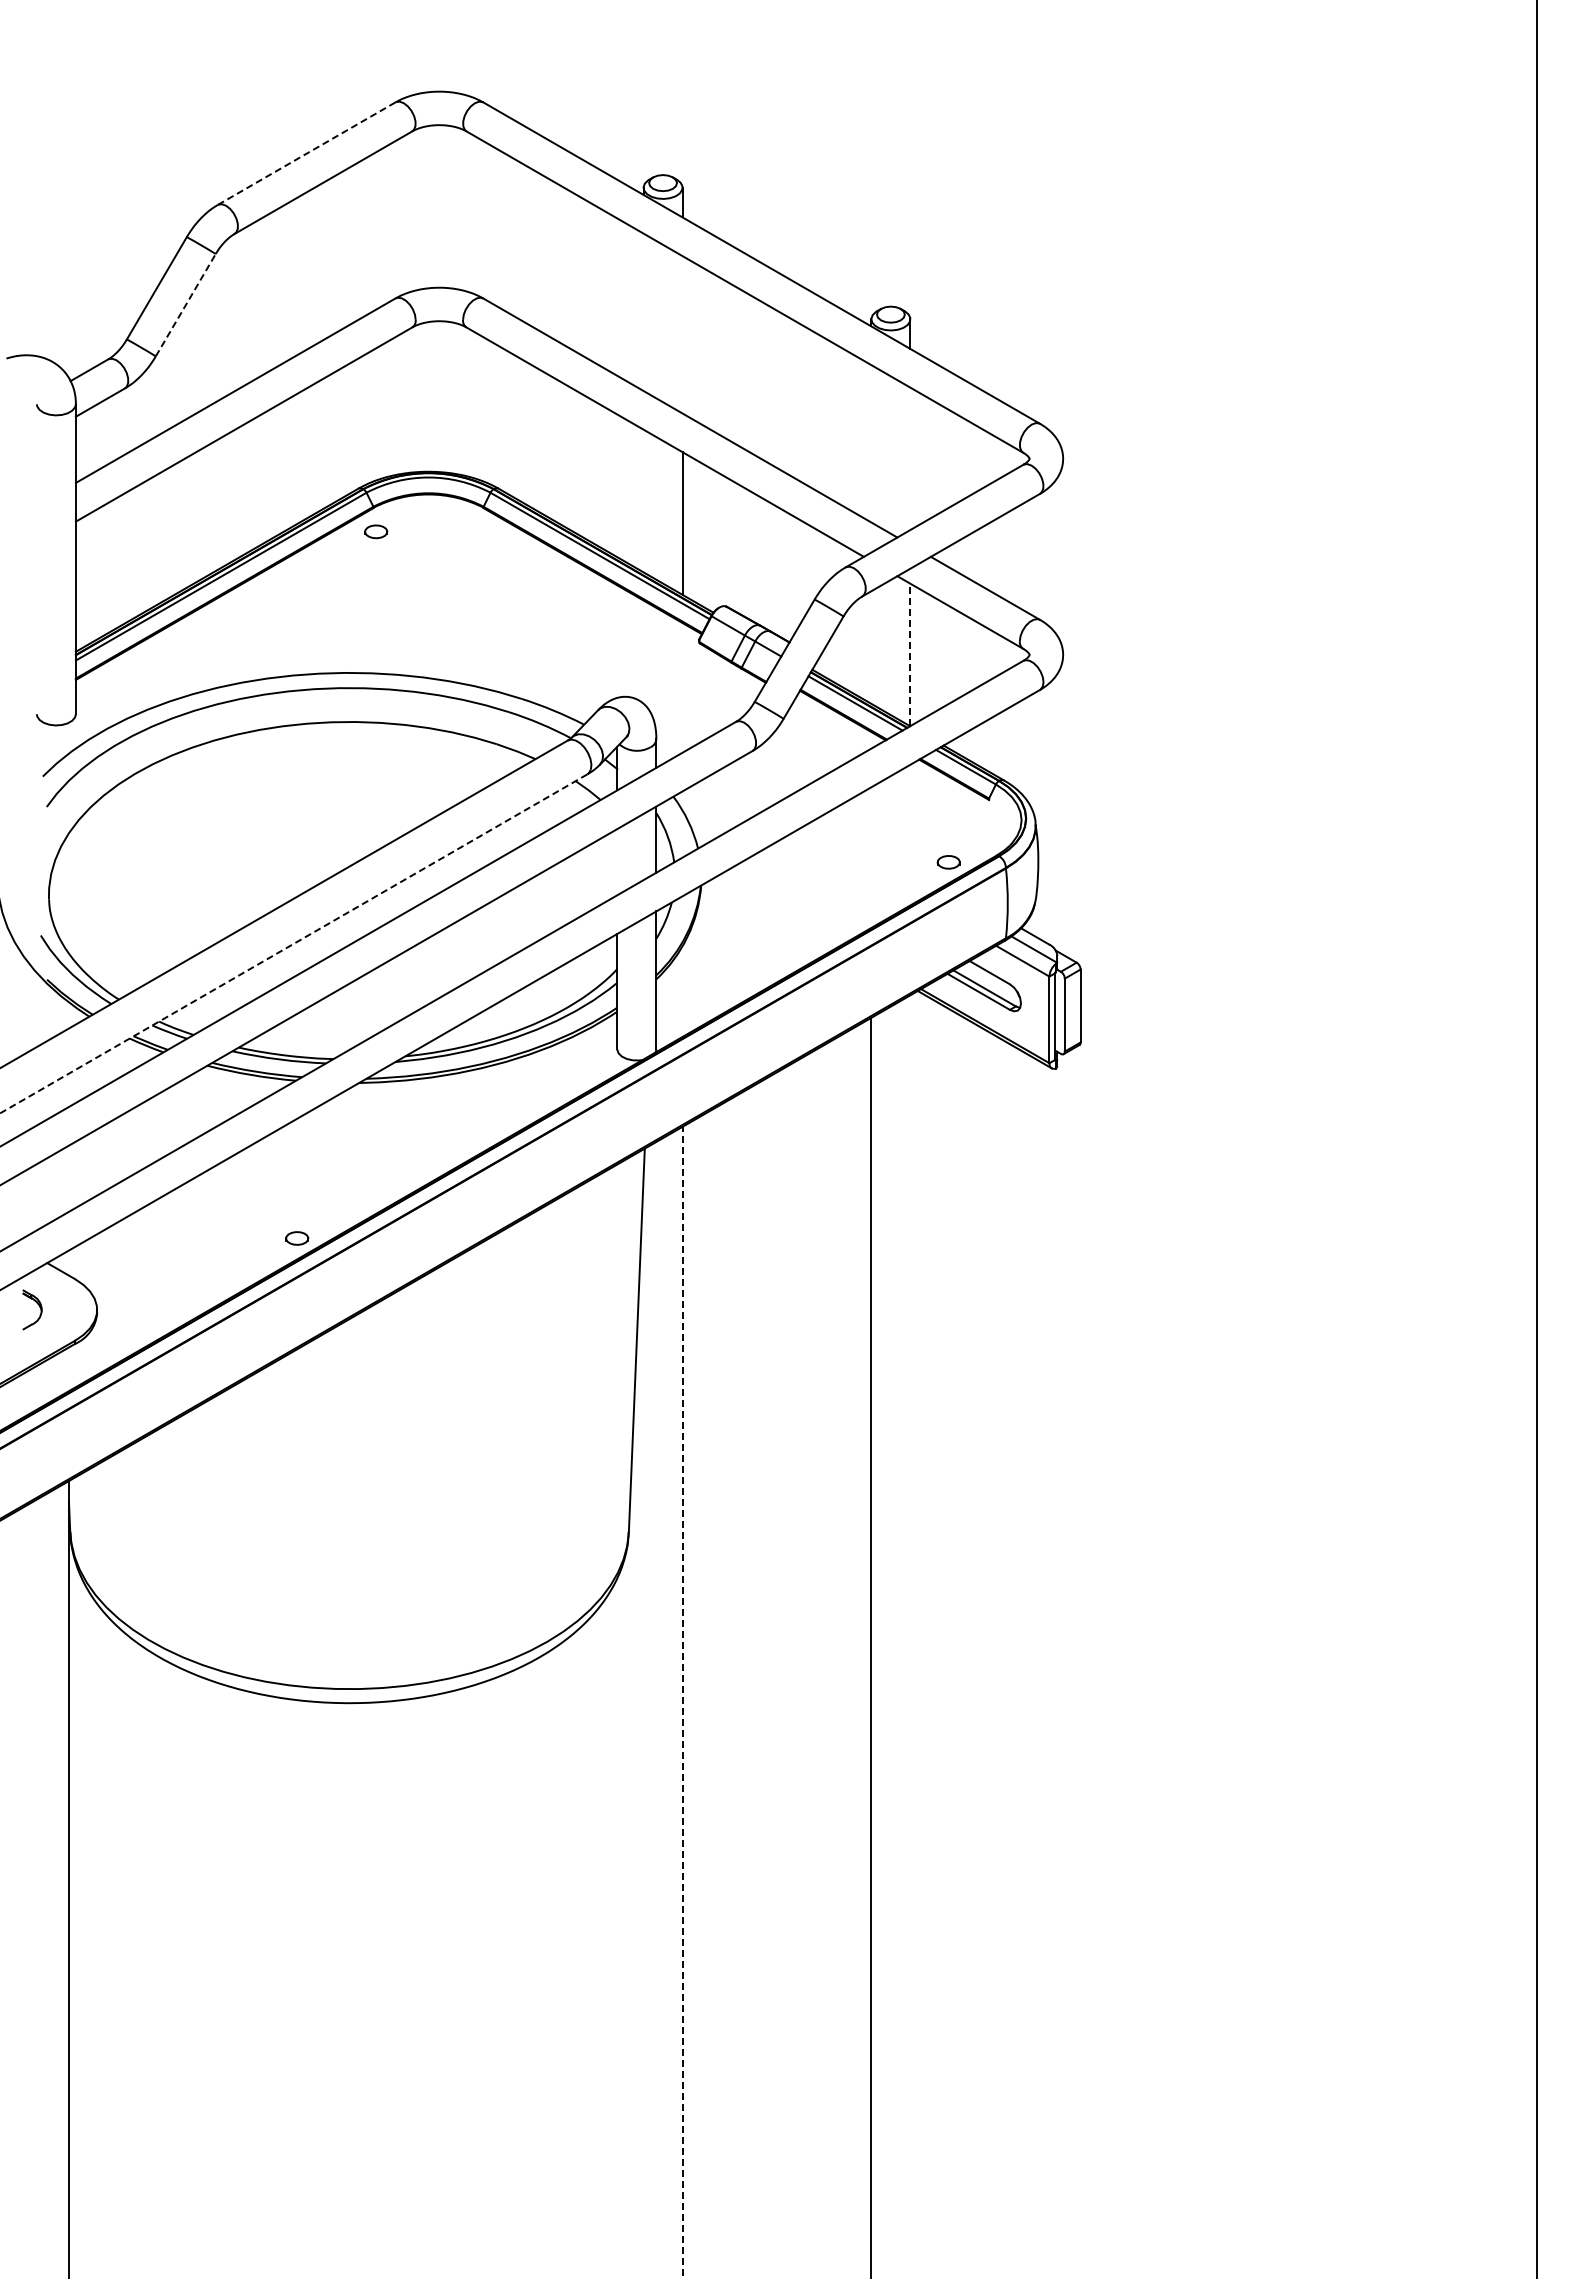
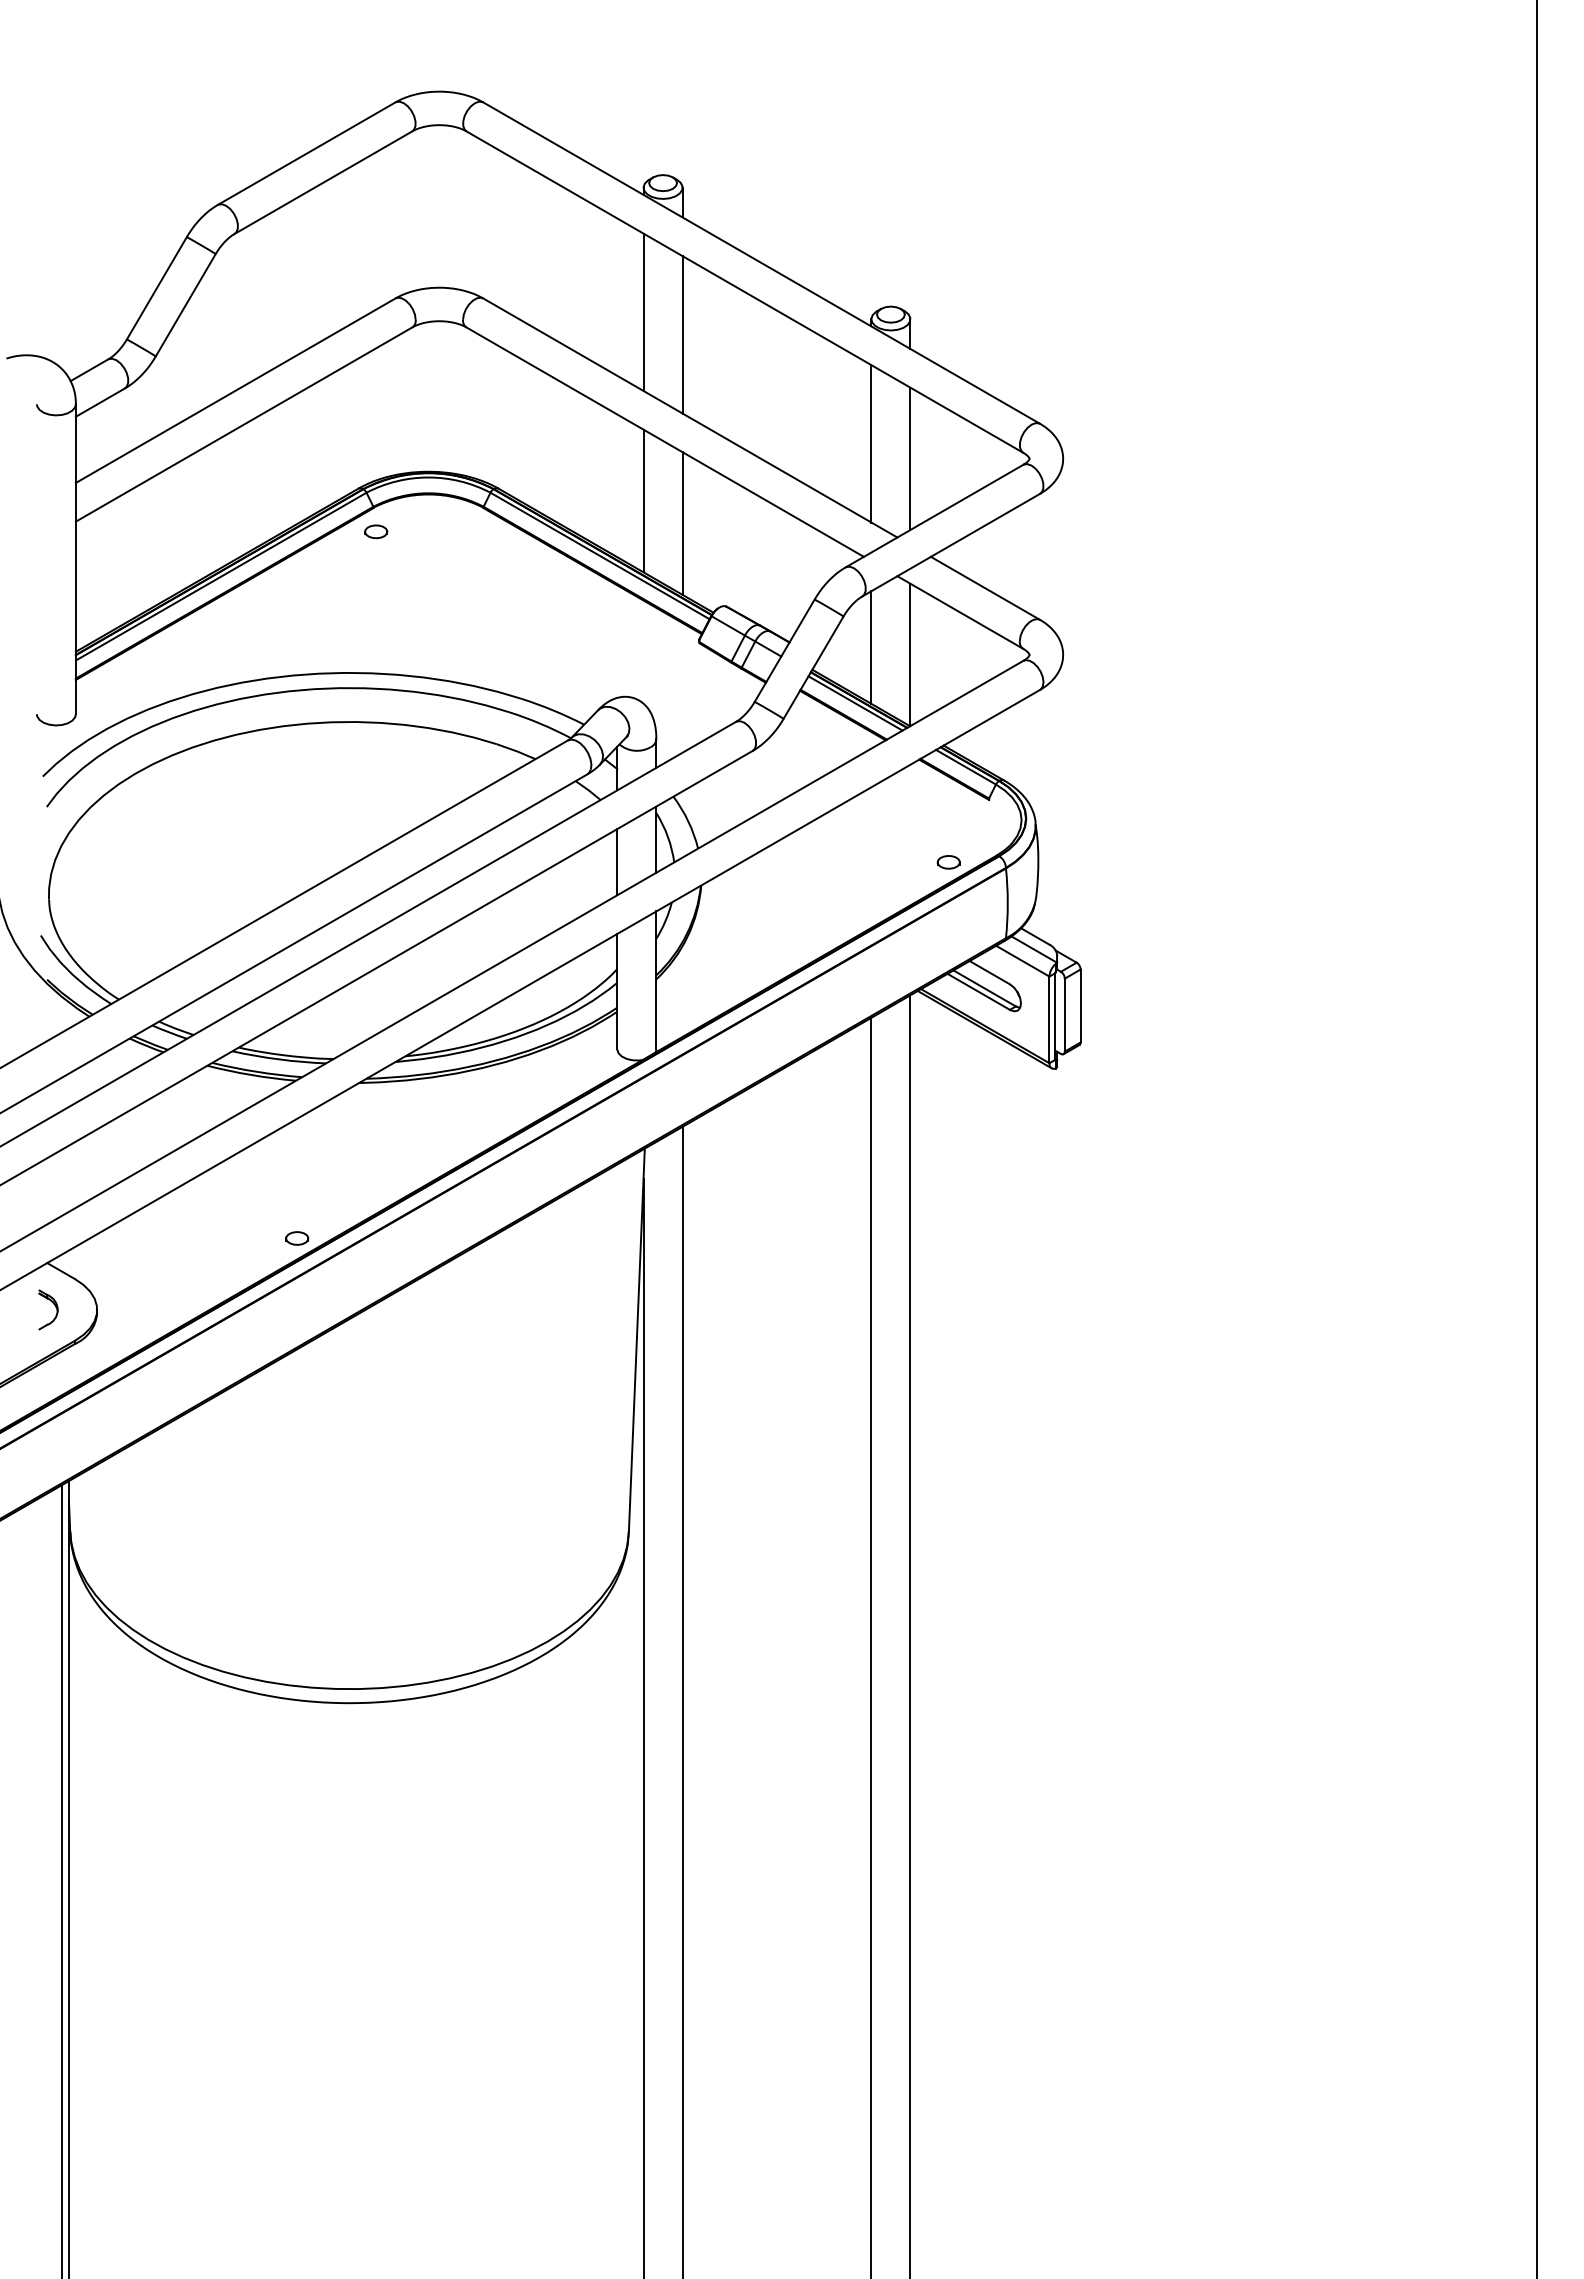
line at (306, 153): dashed -> solid
line at (186, 304): dashed -> solid
line at (643, 311): none -> present
line at (682, 334): none -> present
line at (871, 443): none -> present
line at (910, 458): none -> present
line at (643, 500): none -> present
line at (871, 647): none -> present
line at (910, 654): dashed -> solid
line at (617, 862): none -> present
line at (294, 943): dashed -> solid
part at (37, 1304) position: (37, 1304) -> (53, 1304)
line at (910, 1635): none -> present
line at (682, 1702): dashed -> solid
line at (643, 1727): none -> present
line at (62, 1880): none -> present
